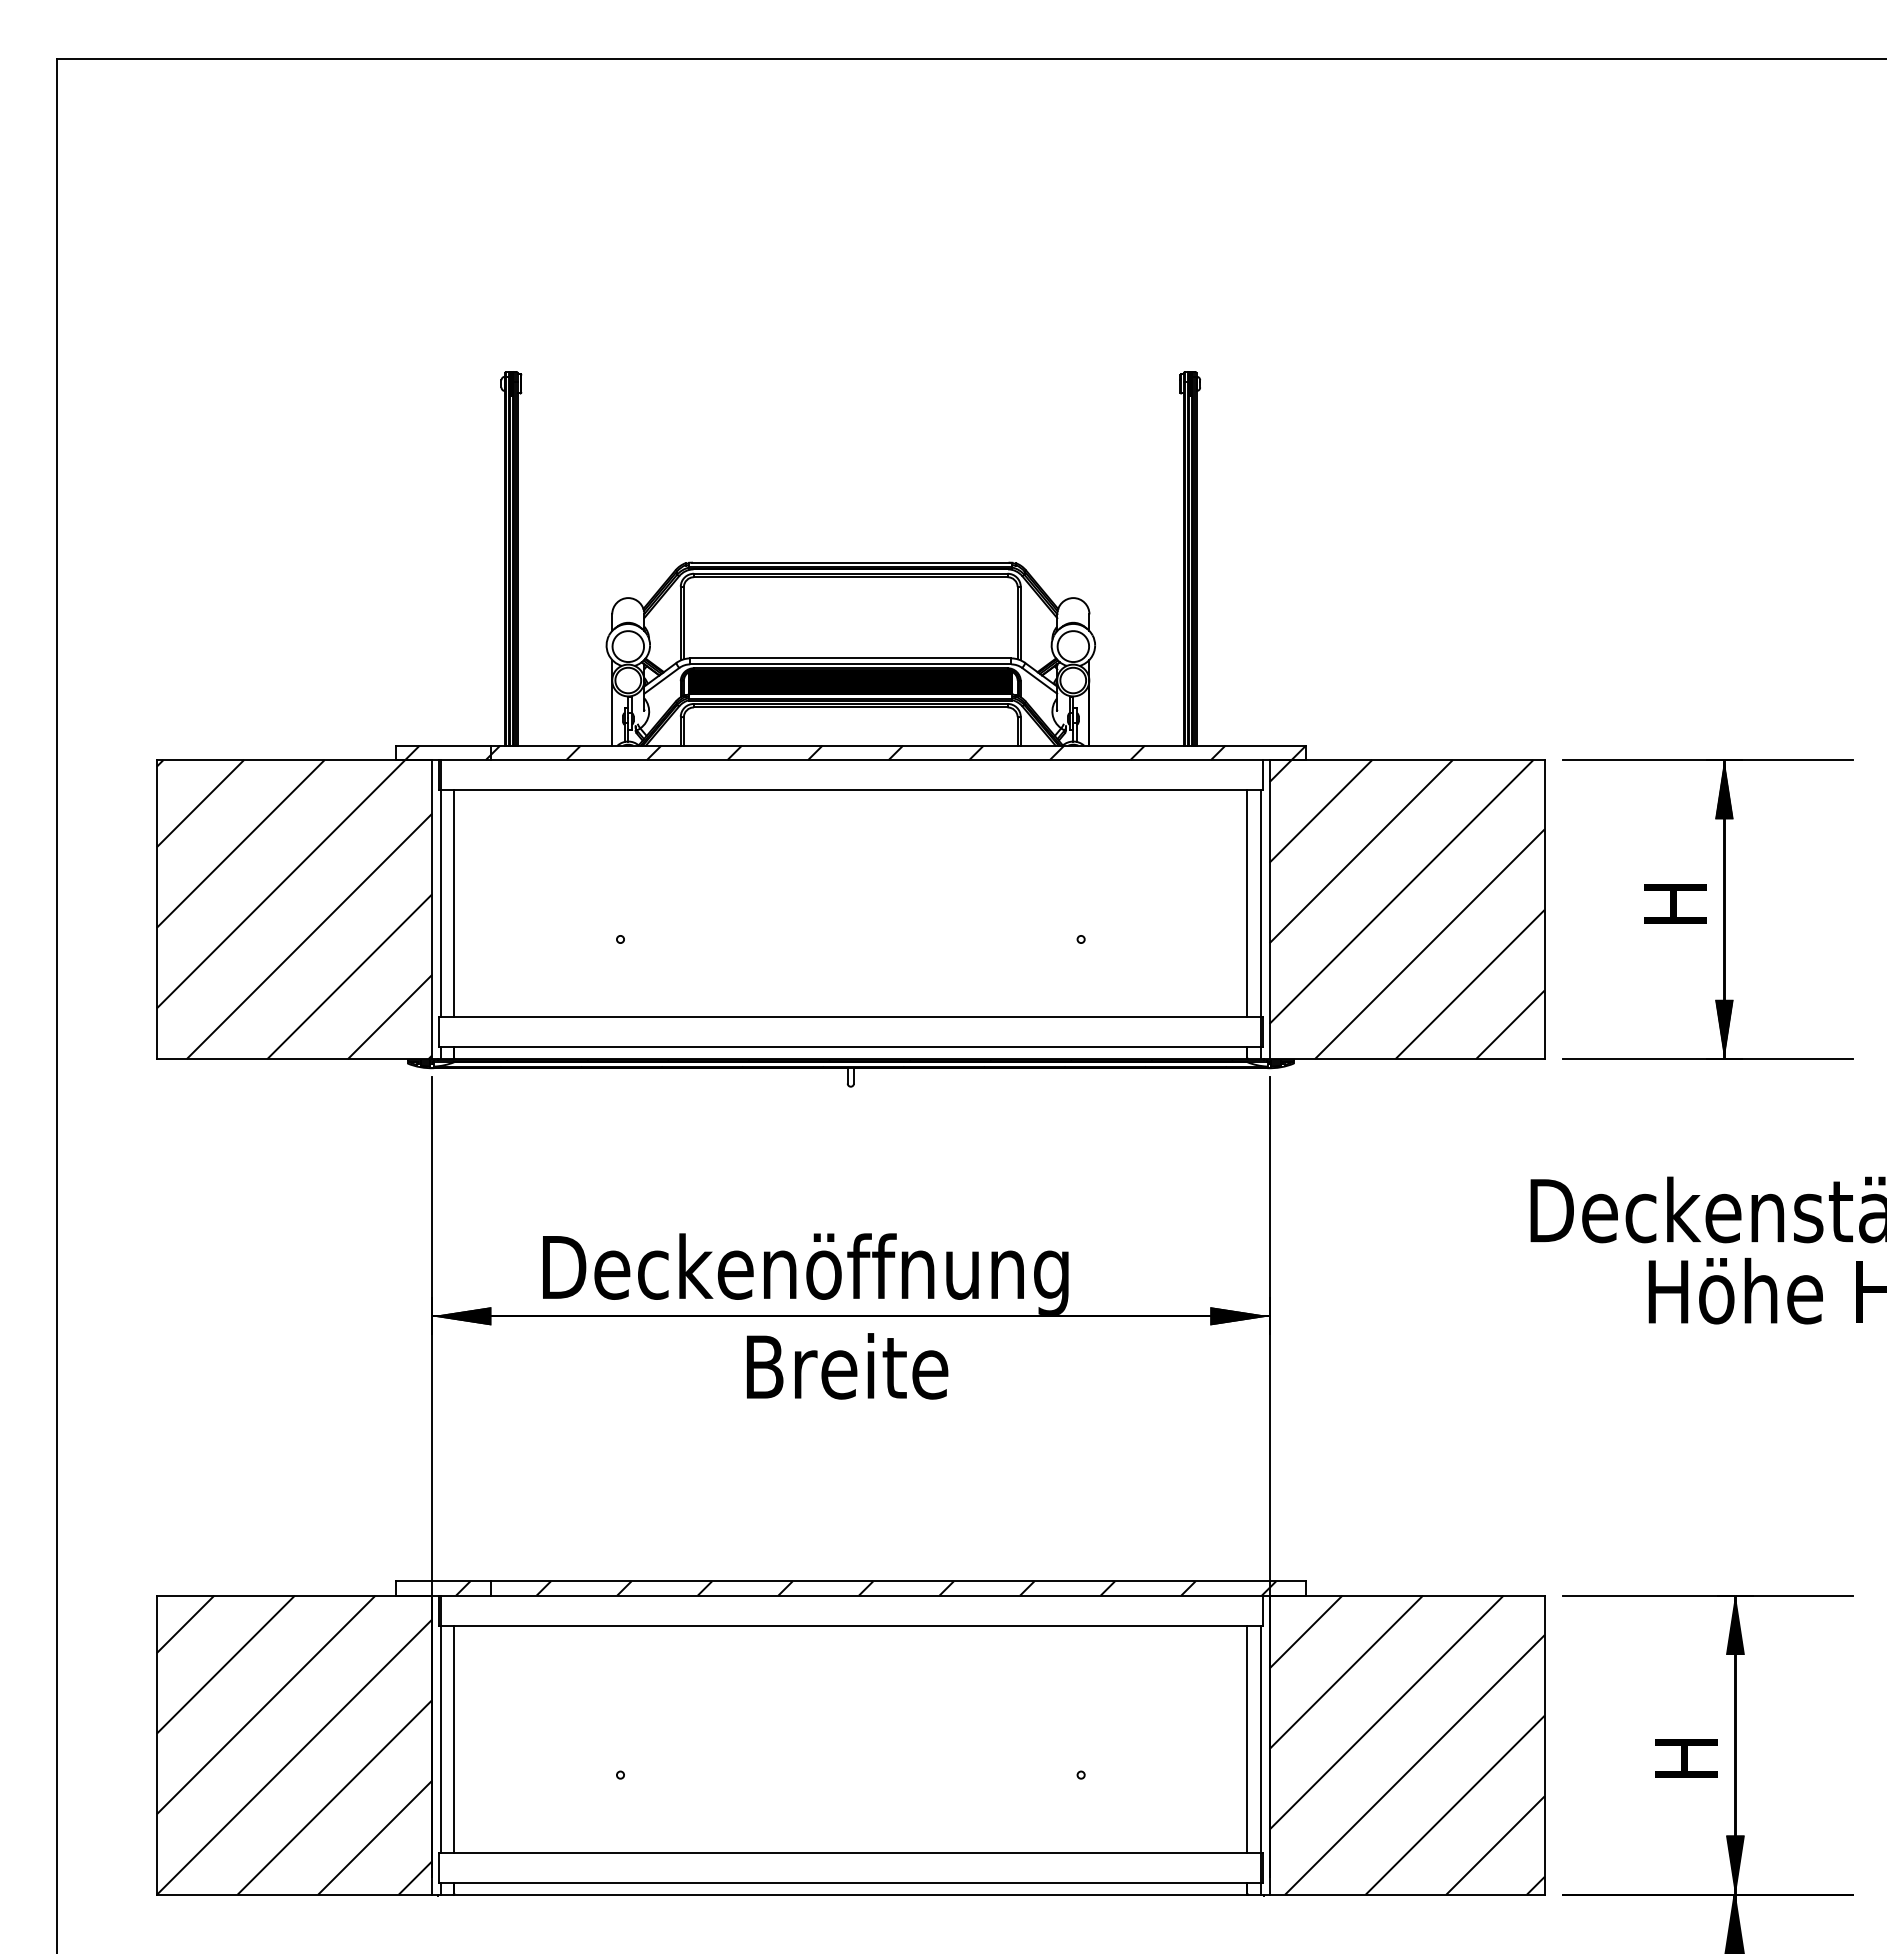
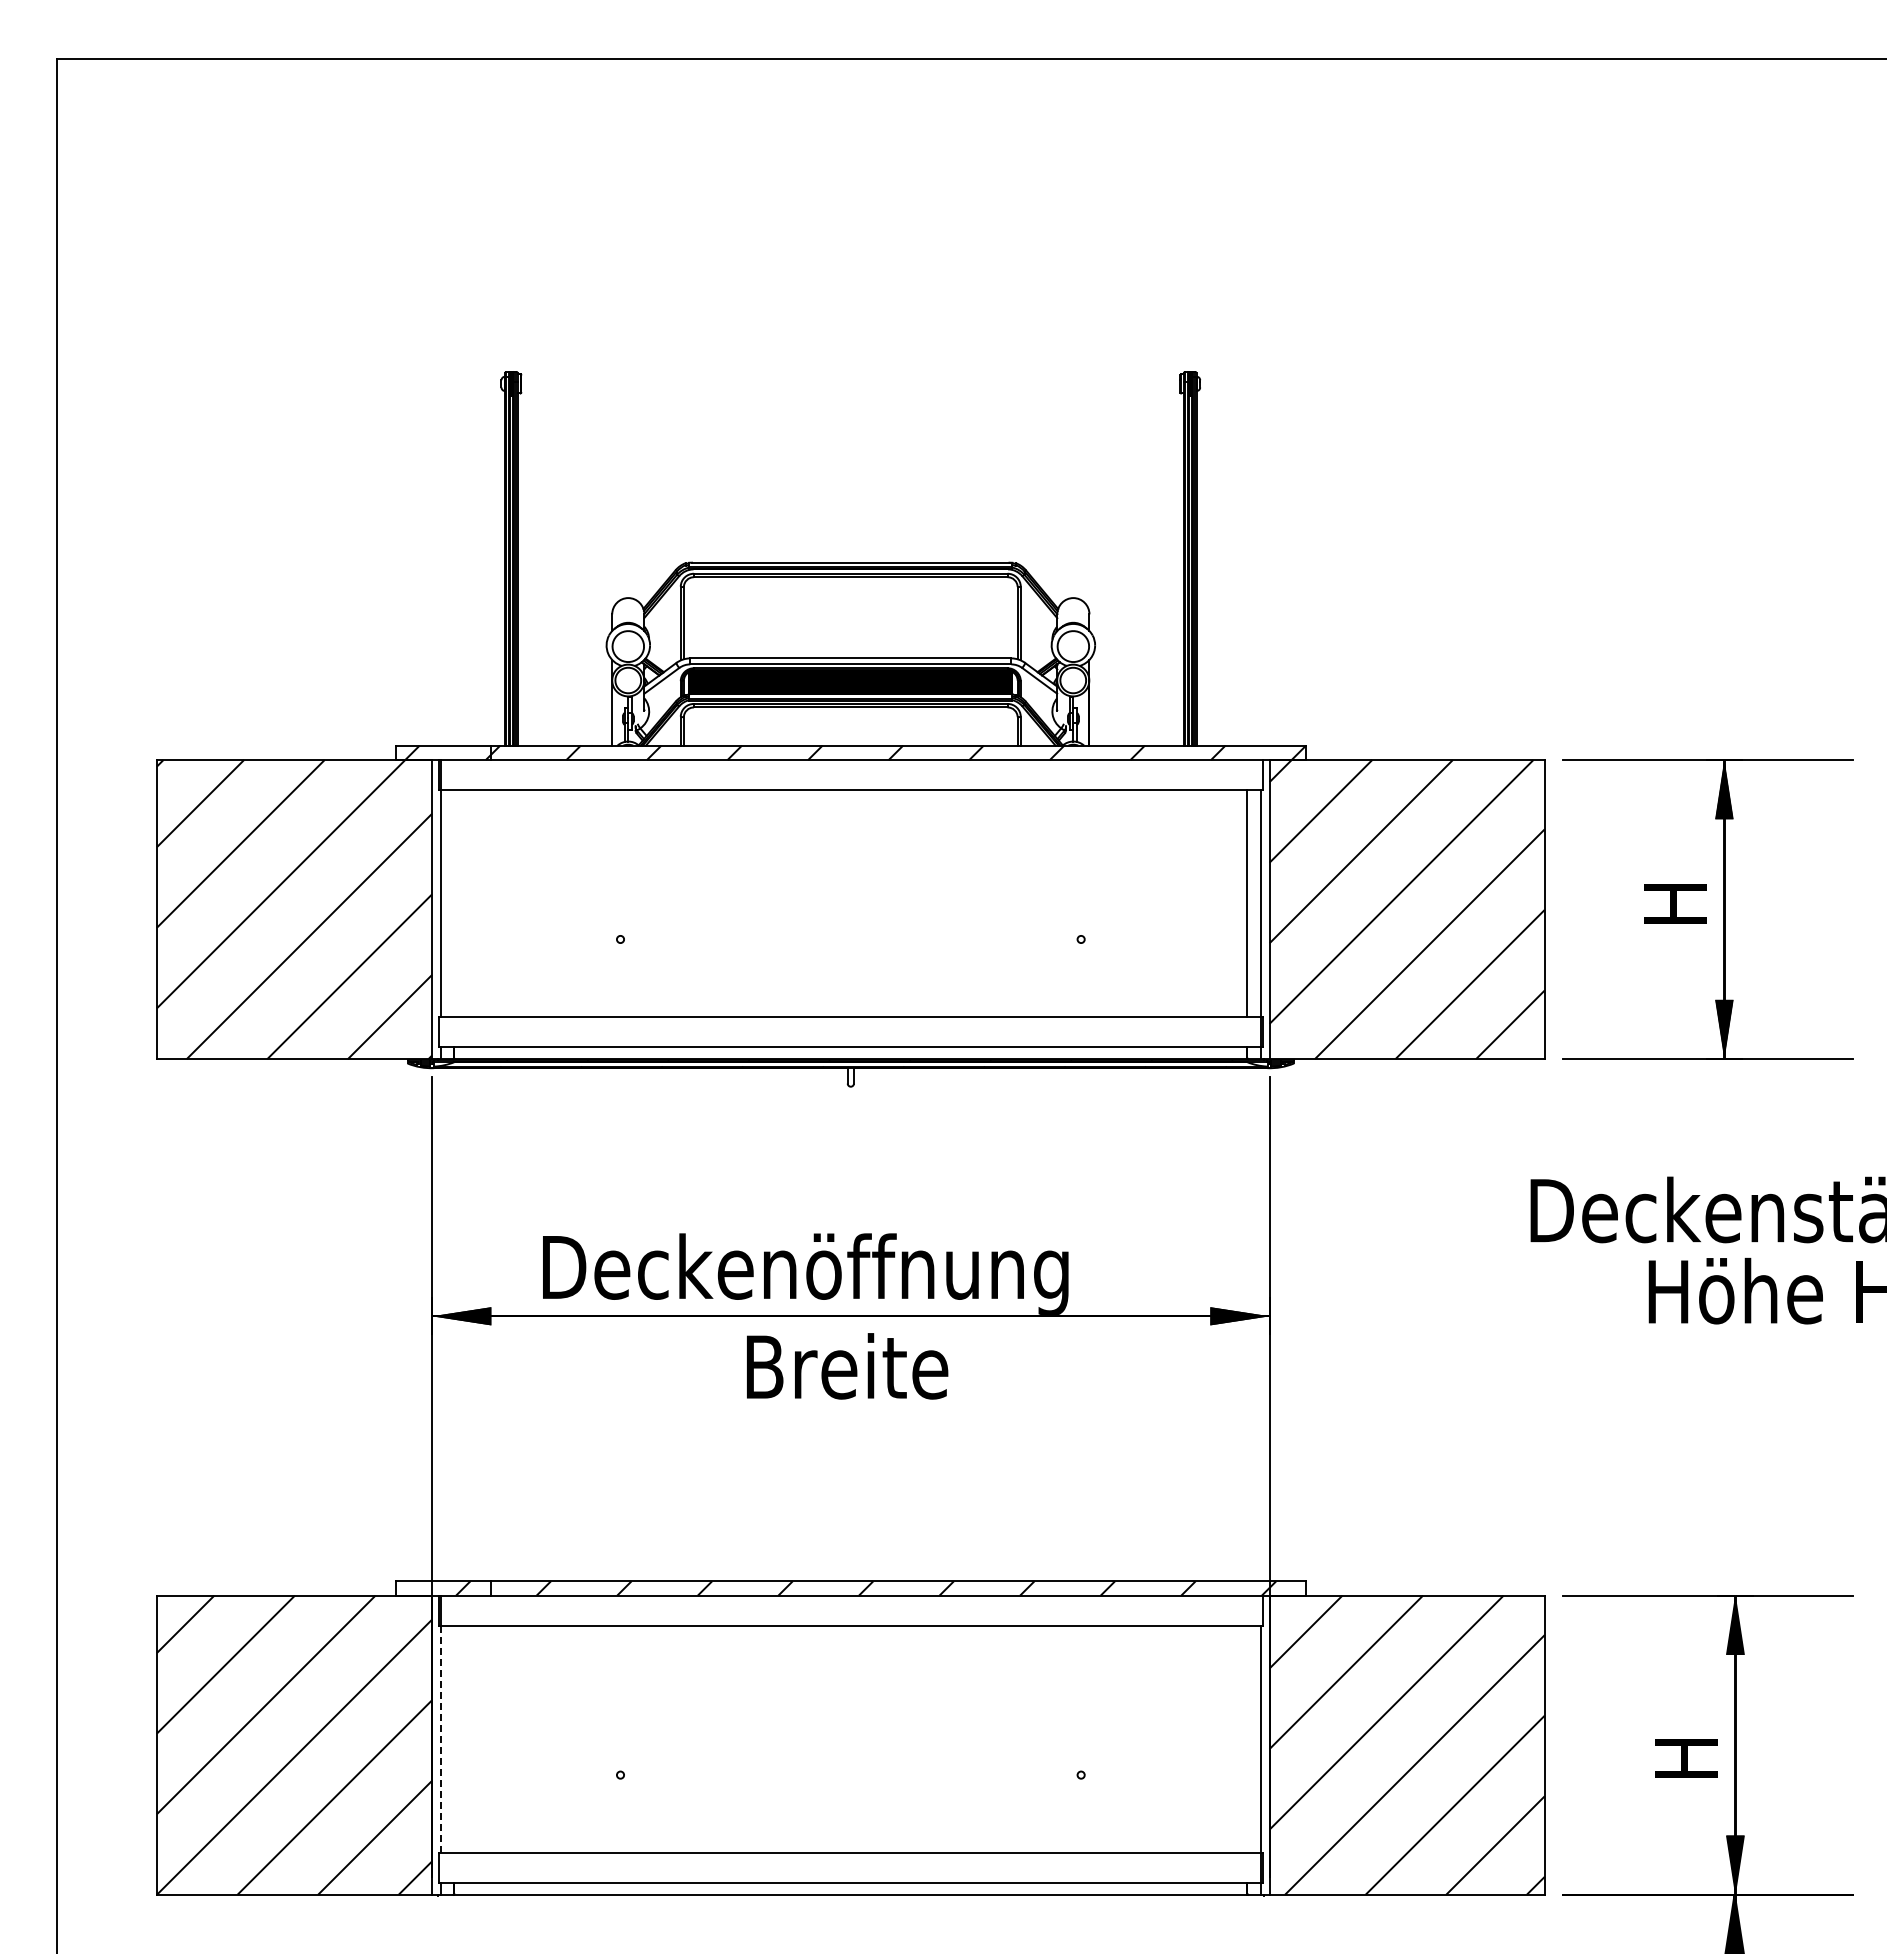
line at (454, 903): present -> none
line at (454, 1738): present -> none
line at (1247, 1738): present -> none
line at (441, 1739): solid -> dashed
